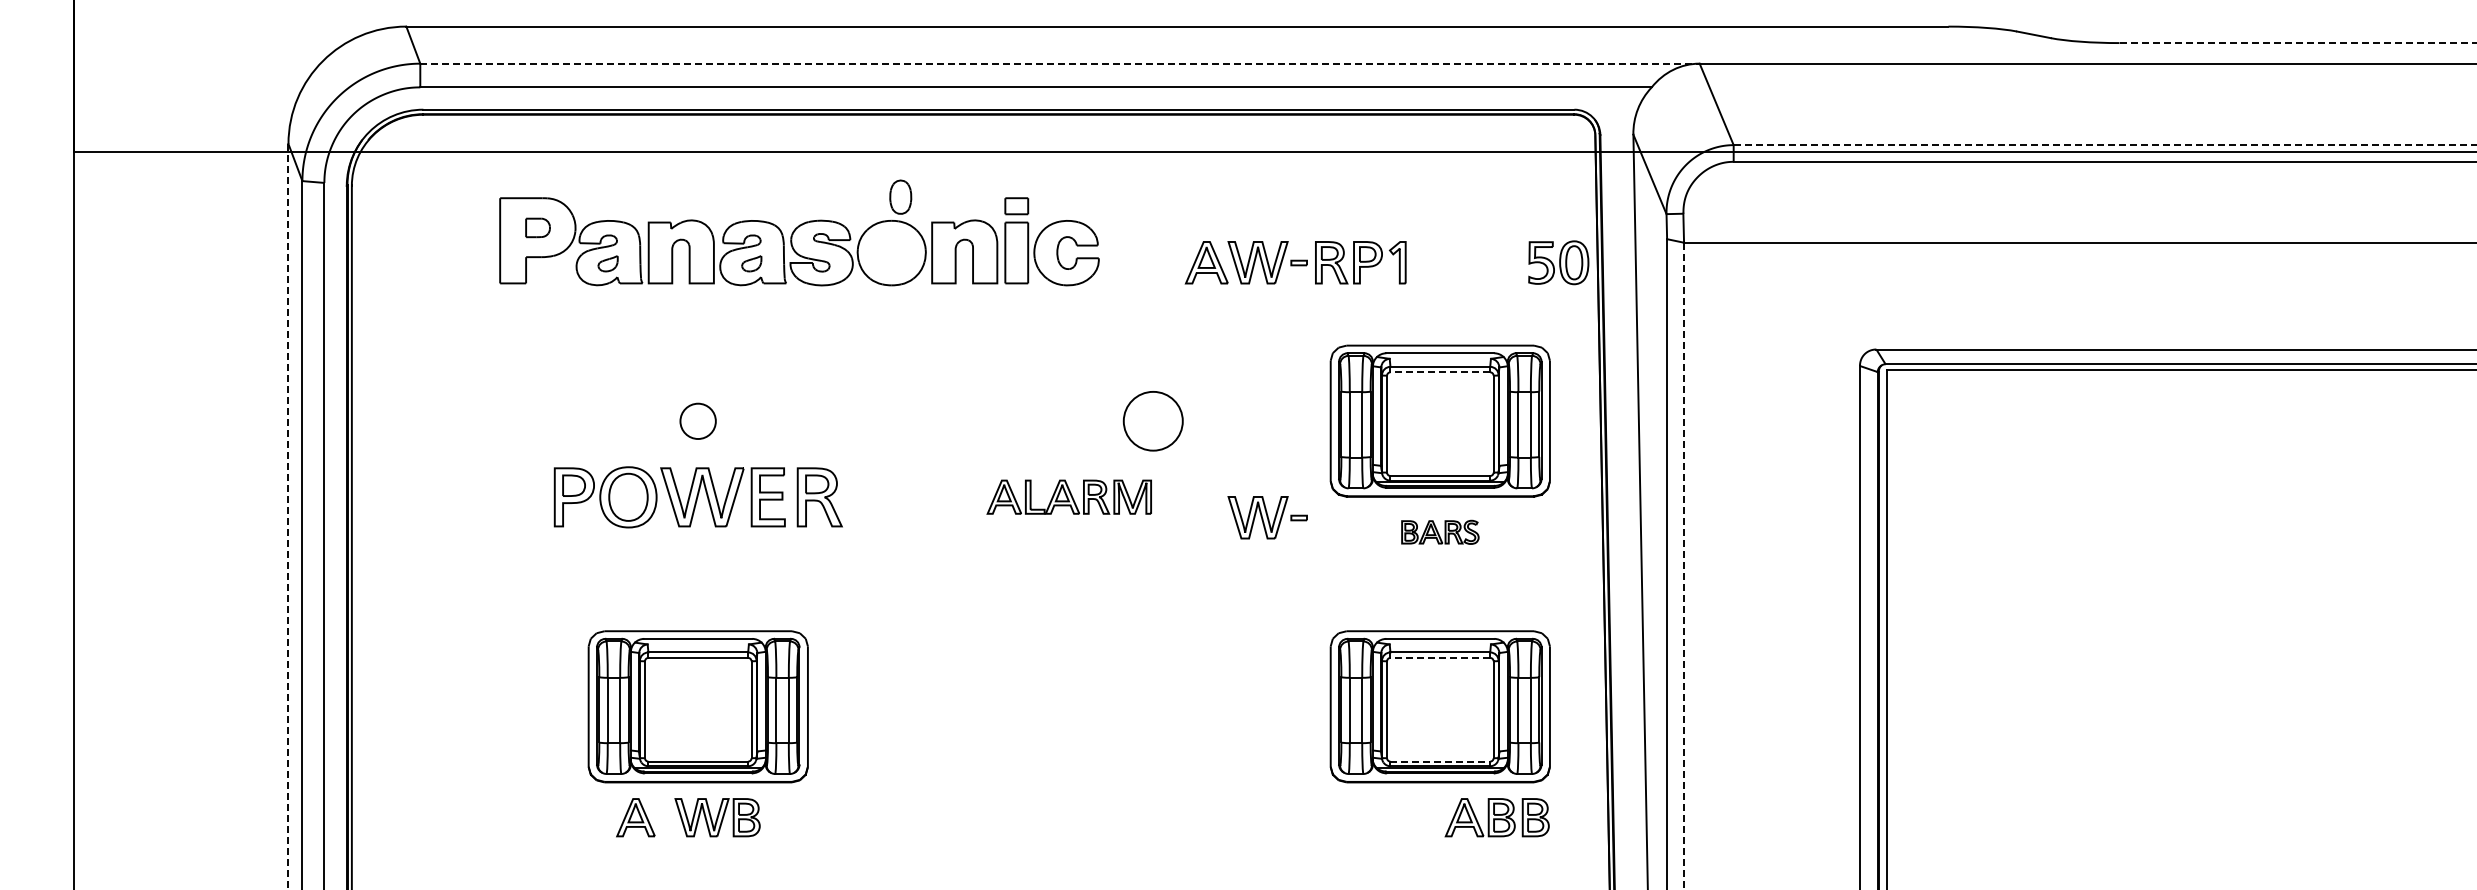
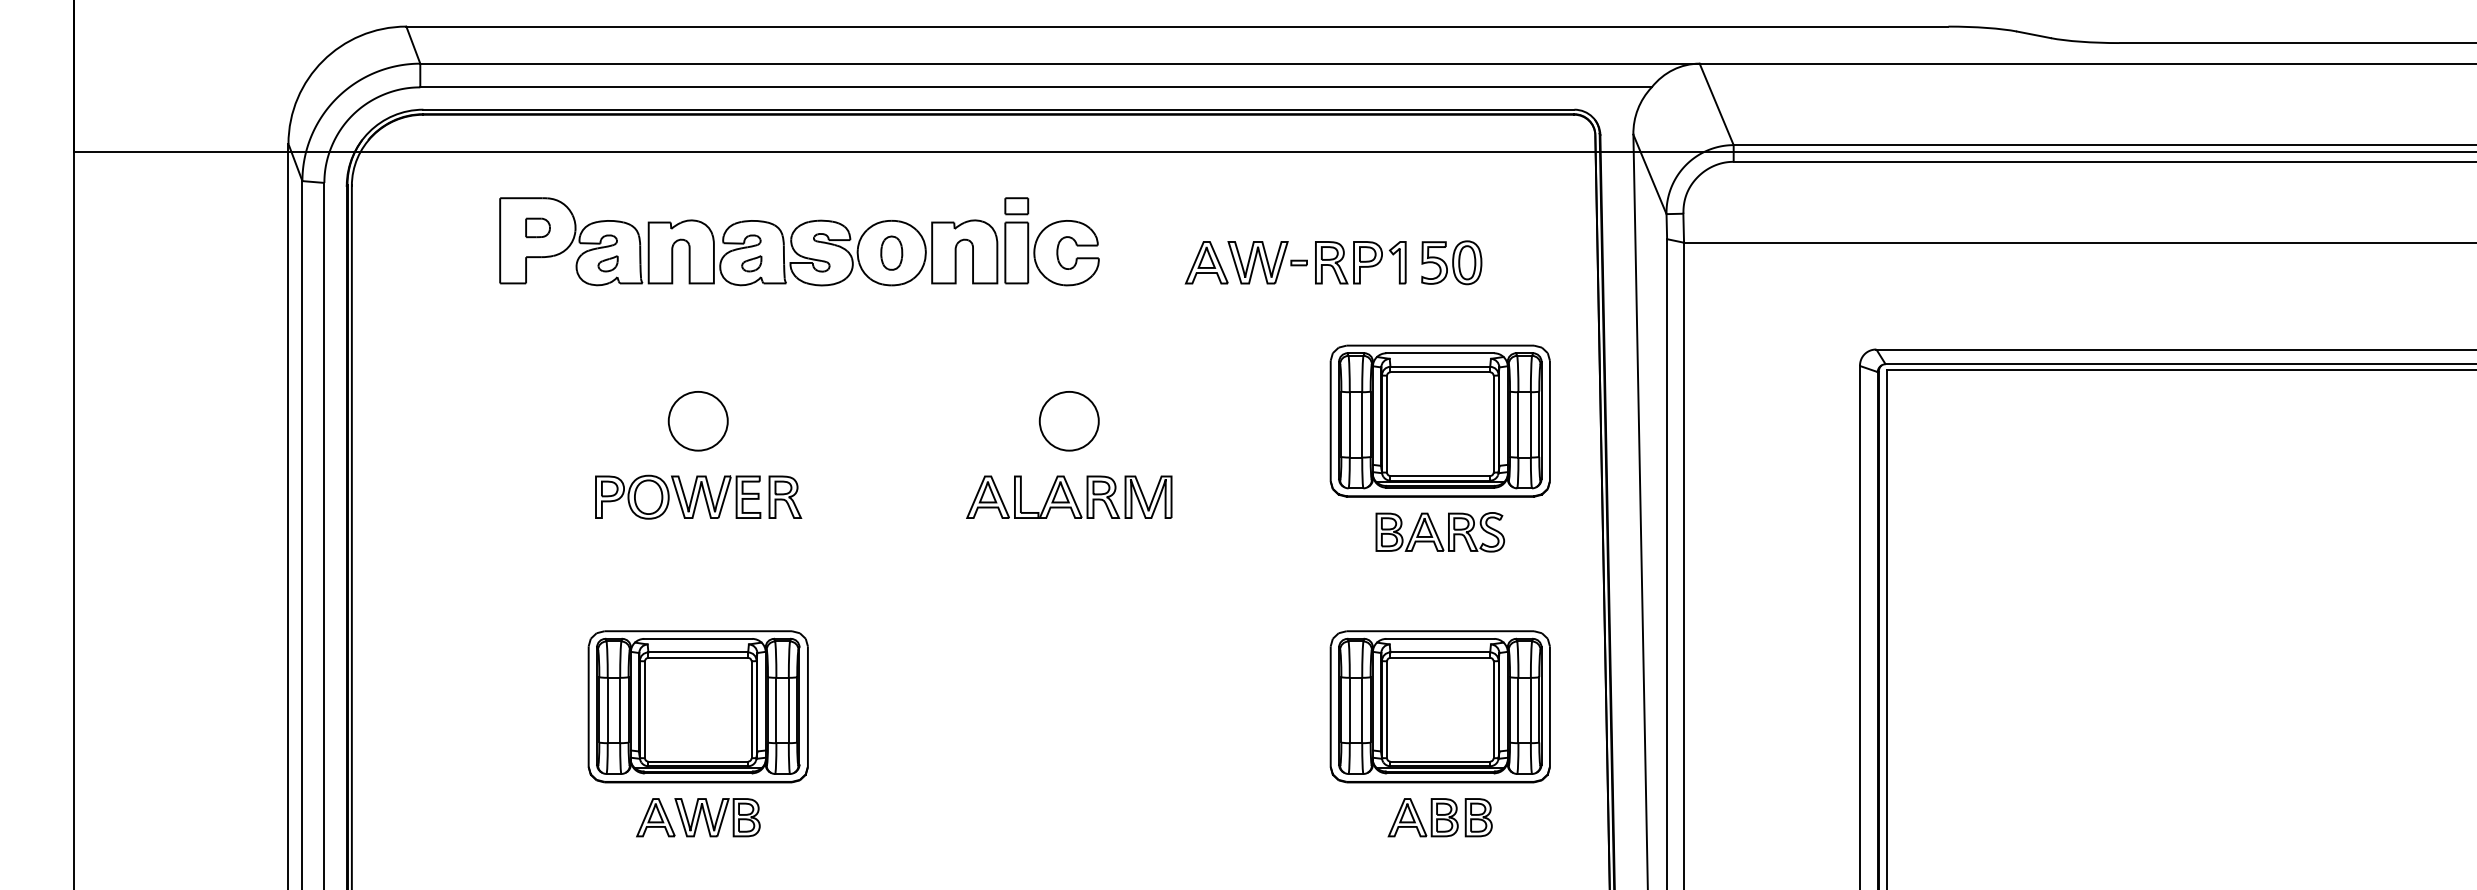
line at (2298, 43): dashed -> solid
line at (1060, 63): dashed -> solid
line at (2105, 145): dashed -> solid
part at (900, 196) position: (900, 196) -> (891, 252)
part at (1558, 262) position: (1558, 262) -> (1451, 262)
line at (1440, 372): dashed -> solid
part at (697, 420) size: 38x38 px -> 62x61 px
part at (1152, 421) position: (1152, 421) -> (1068, 421)
part at (1068, 496) size: 166x36 px -> 207x44 px
part at (697, 497) size: 290x63 px -> 208x46 px
line at (288, 516): dashed -> solid
part at (1267, 517): present -> none
part at (1440, 531) size: 79x26 px -> 131x41 px
line at (1683, 566): dashed -> solid
line at (1440, 657): dashed -> solid
line at (1440, 761): dashed -> solid
part at (635, 817) position: (635, 817) -> (655, 817)
part at (1496, 817) position: (1496, 817) -> (1439, 817)
